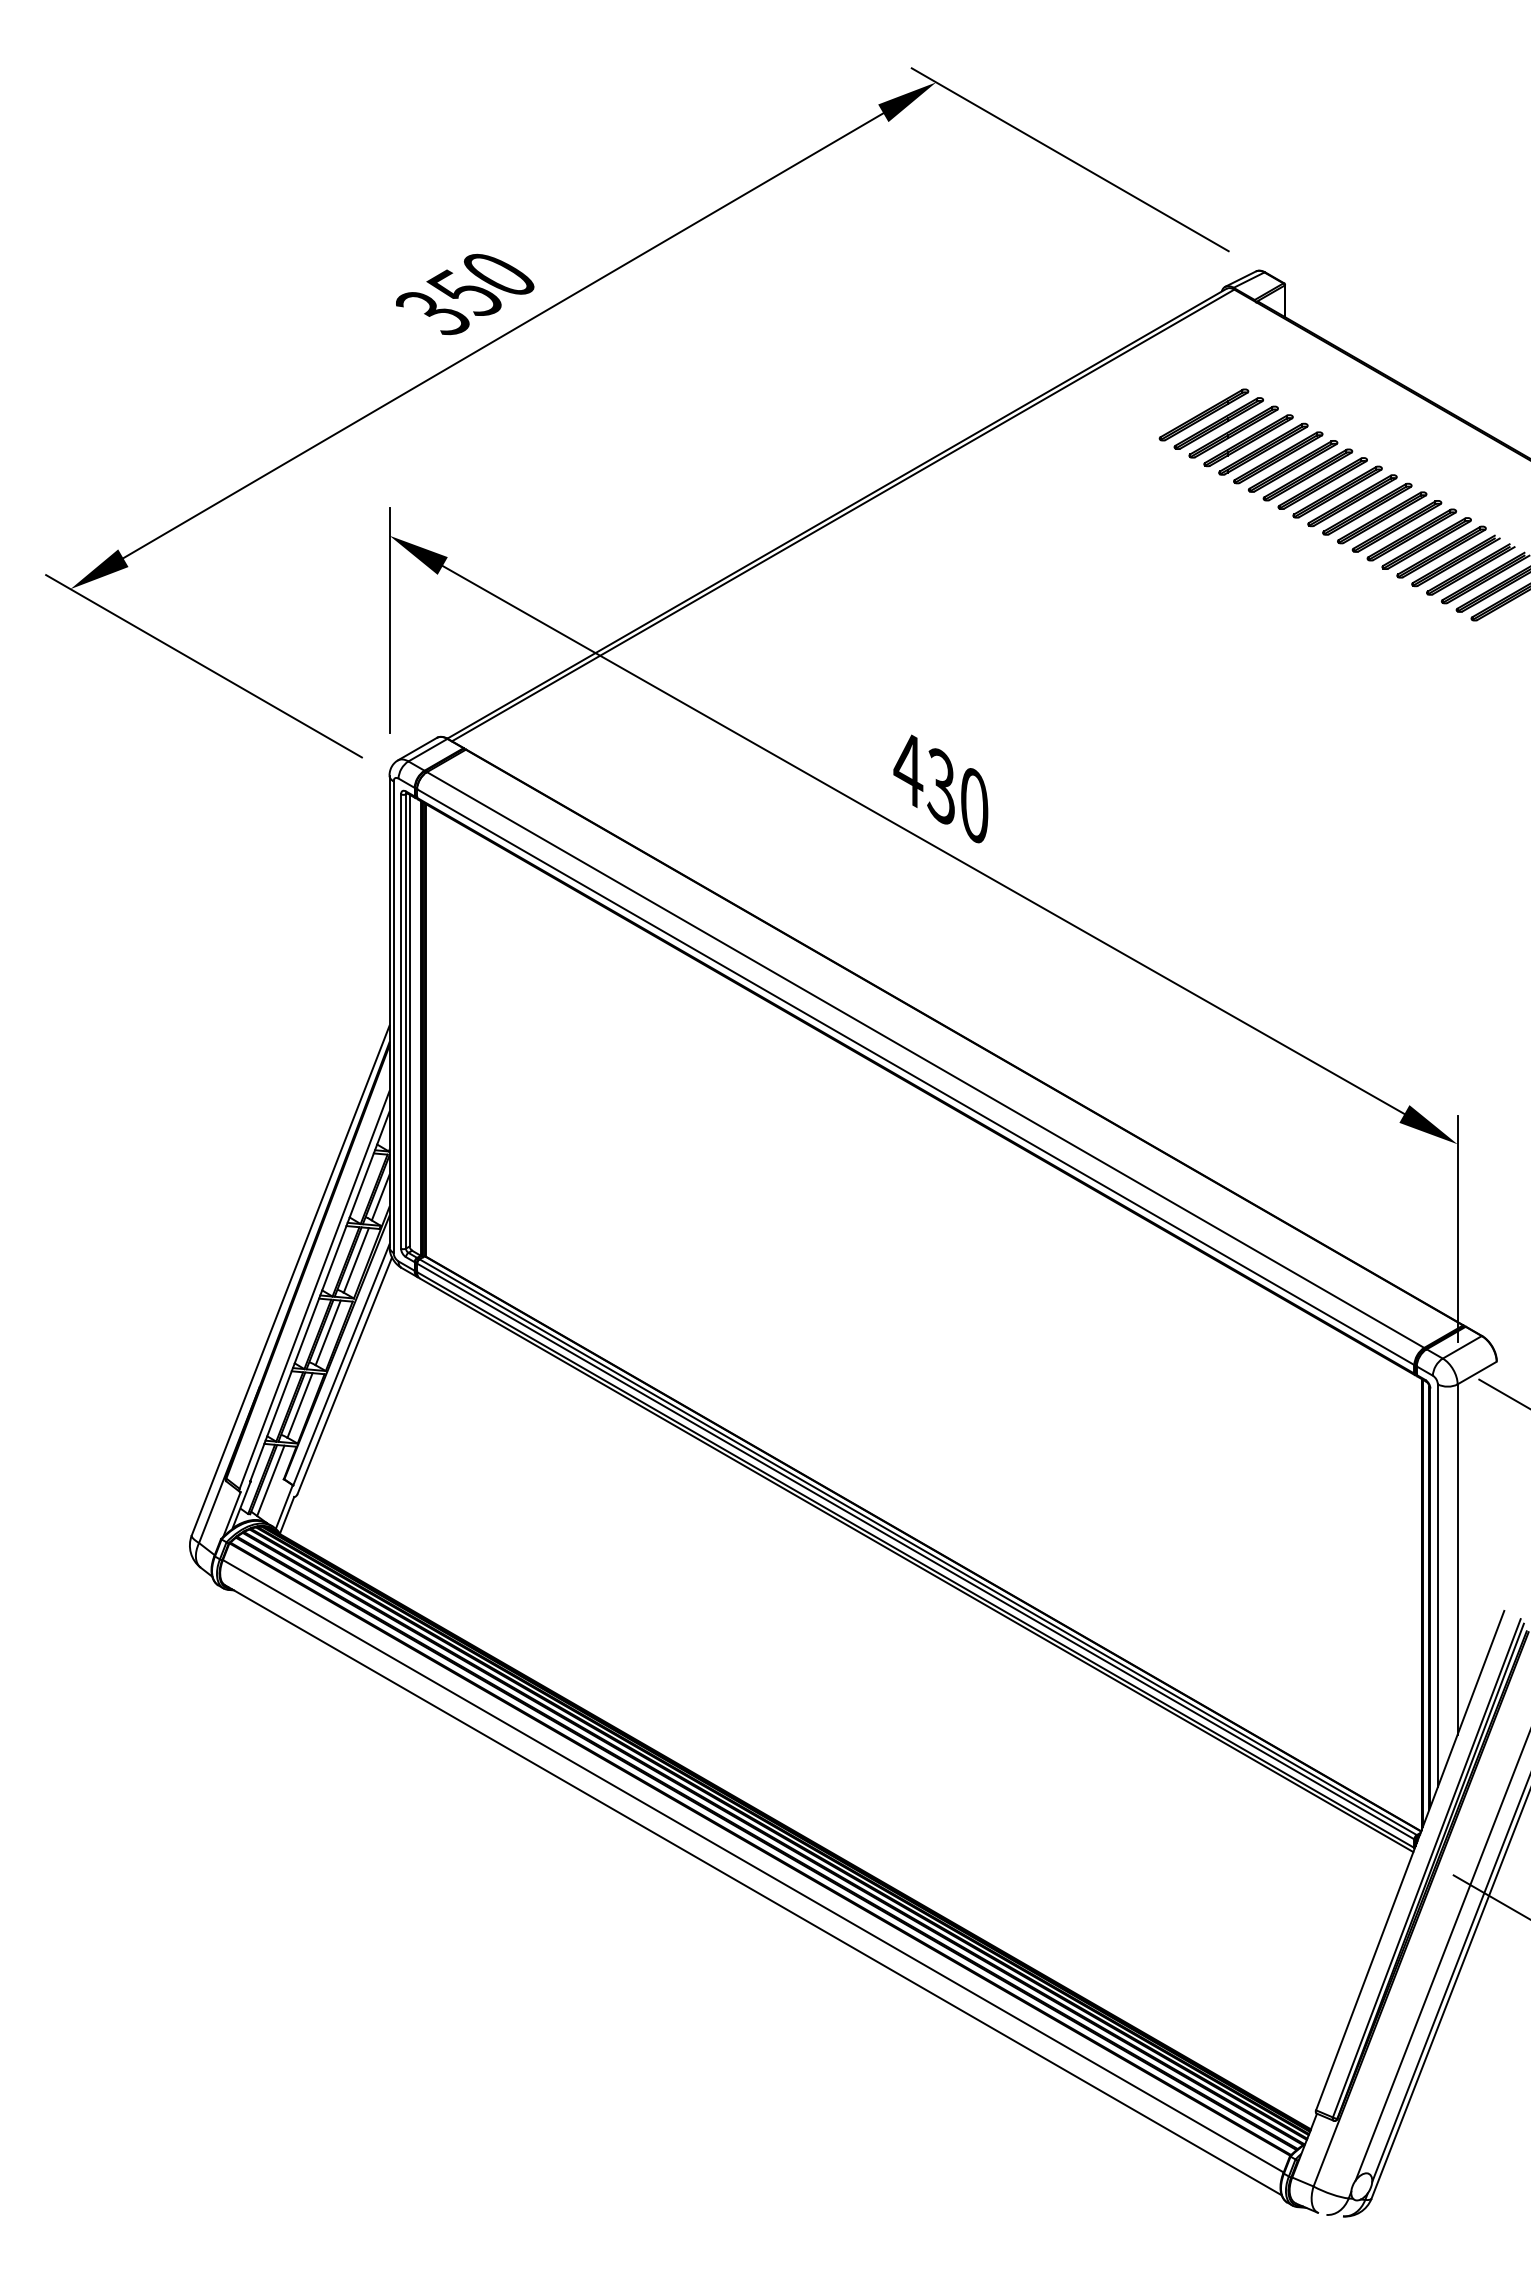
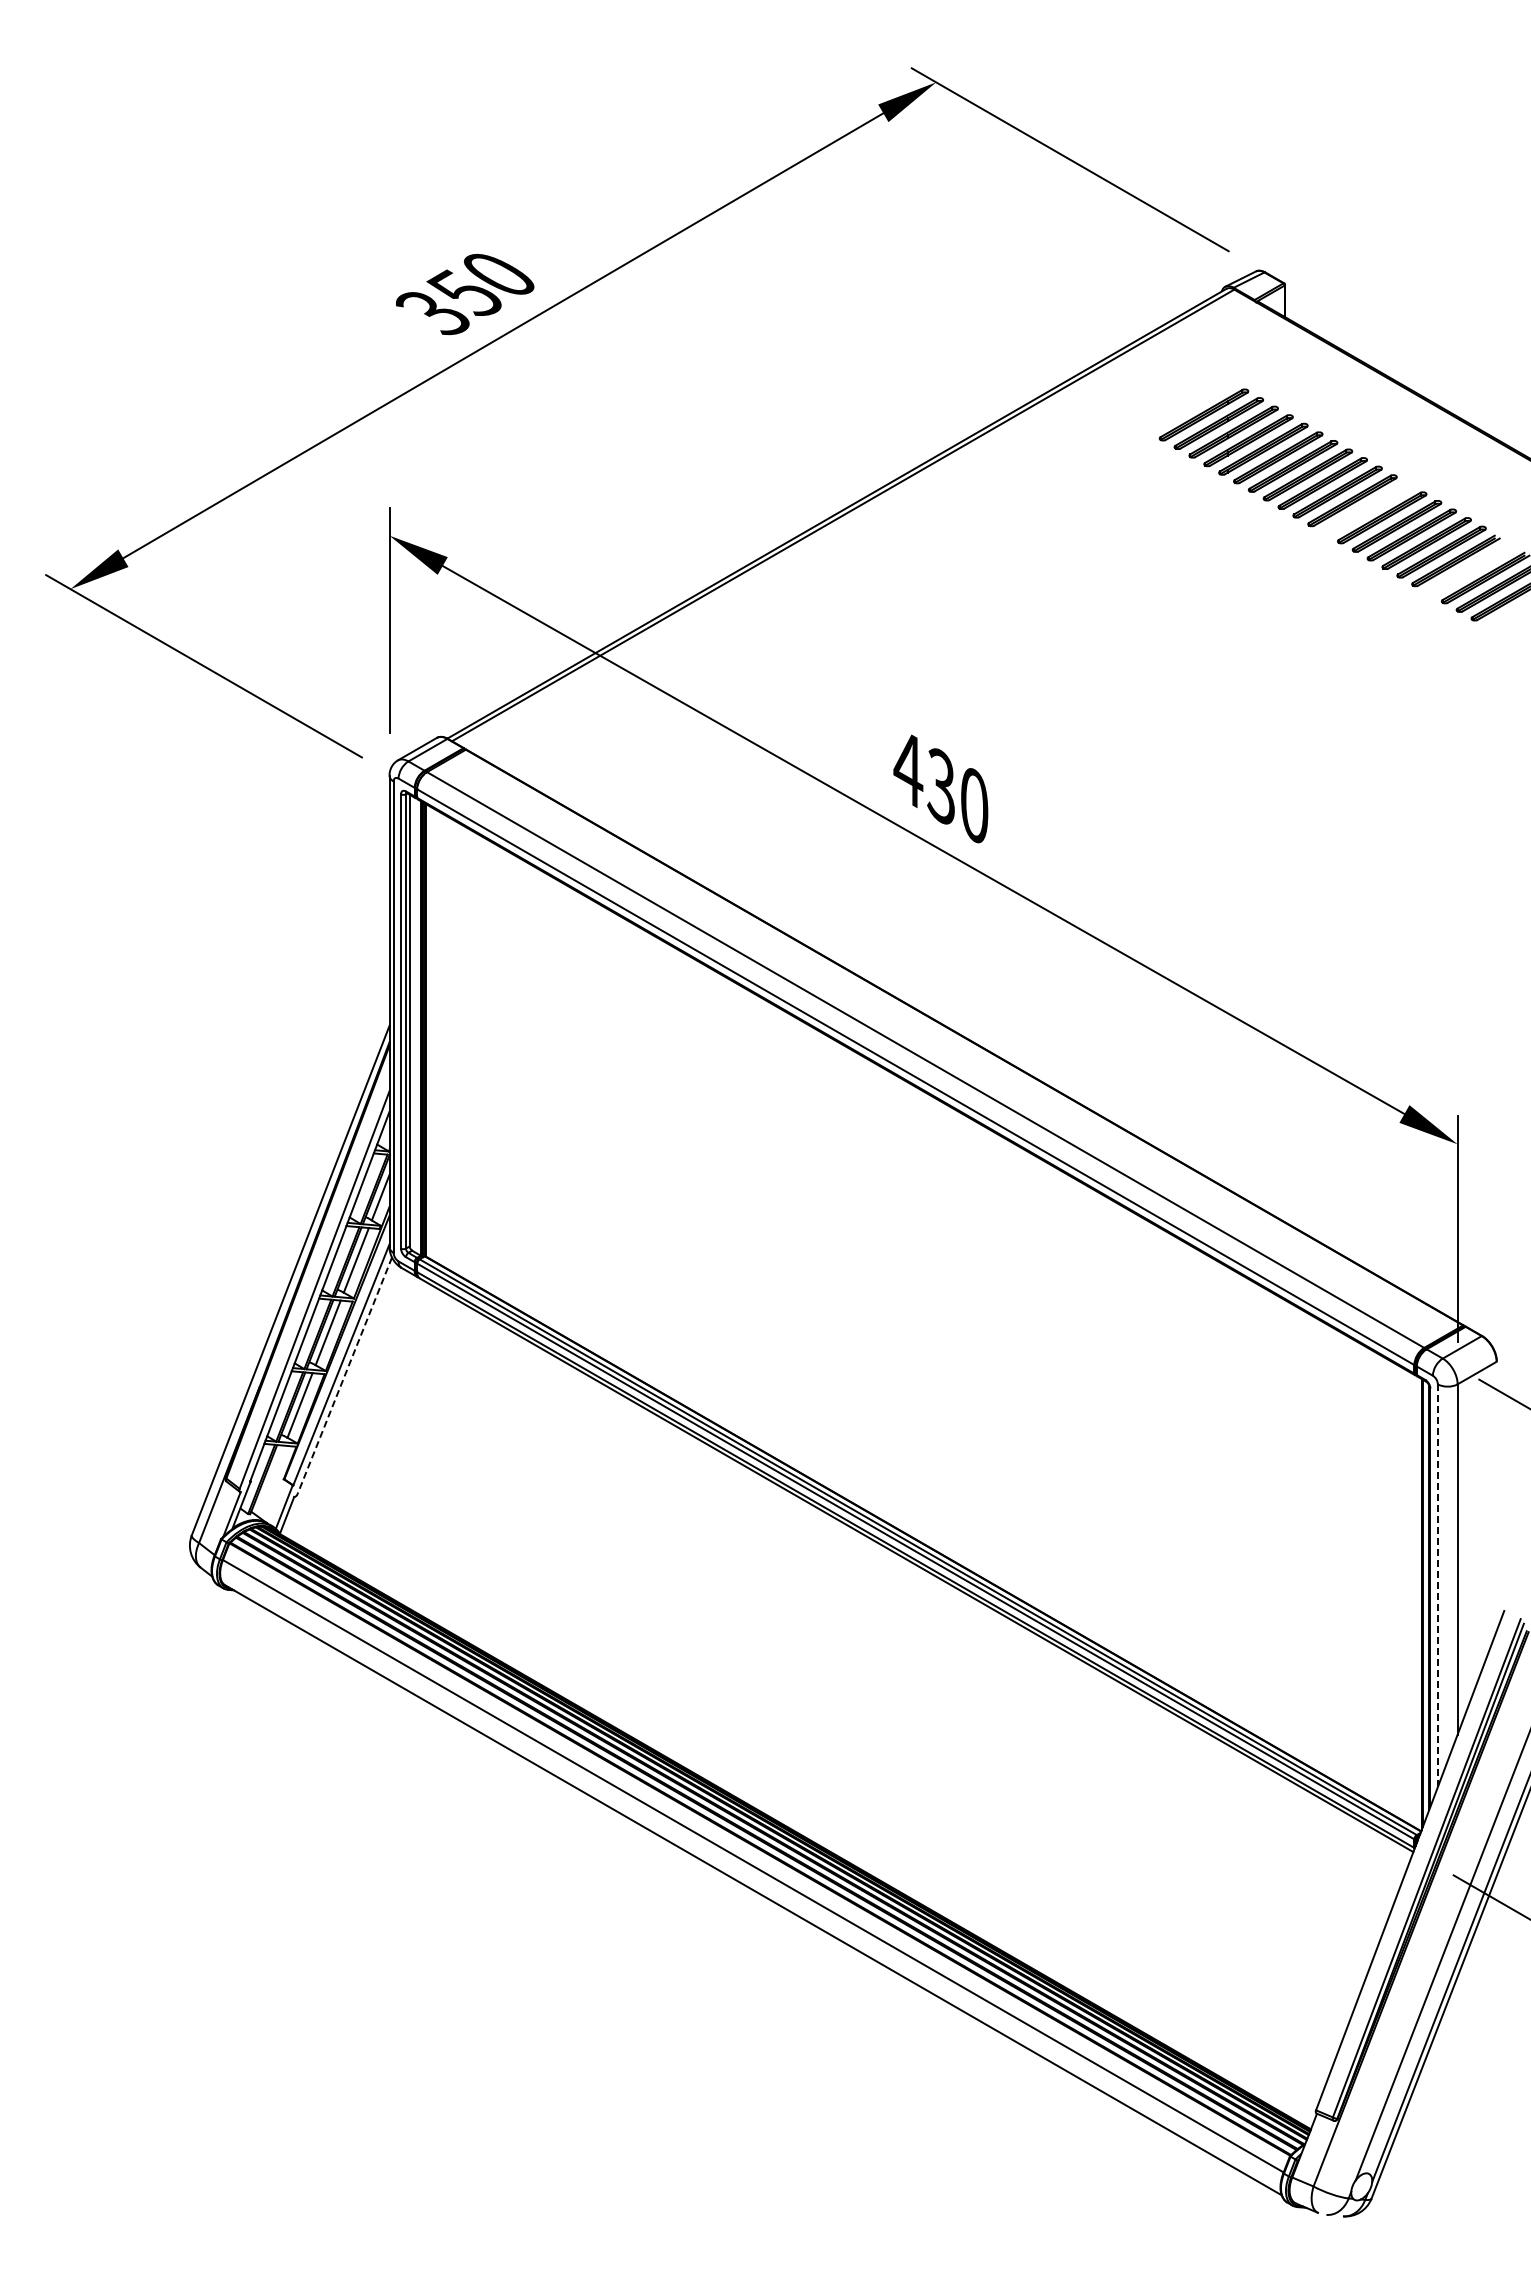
part at (1367, 508): present -> none
part at (1470, 569): present -> none
line at (344, 1376): solid -> dashed
line at (270, 1480): present -> none
line at (1437, 1586): solid -> dashed
